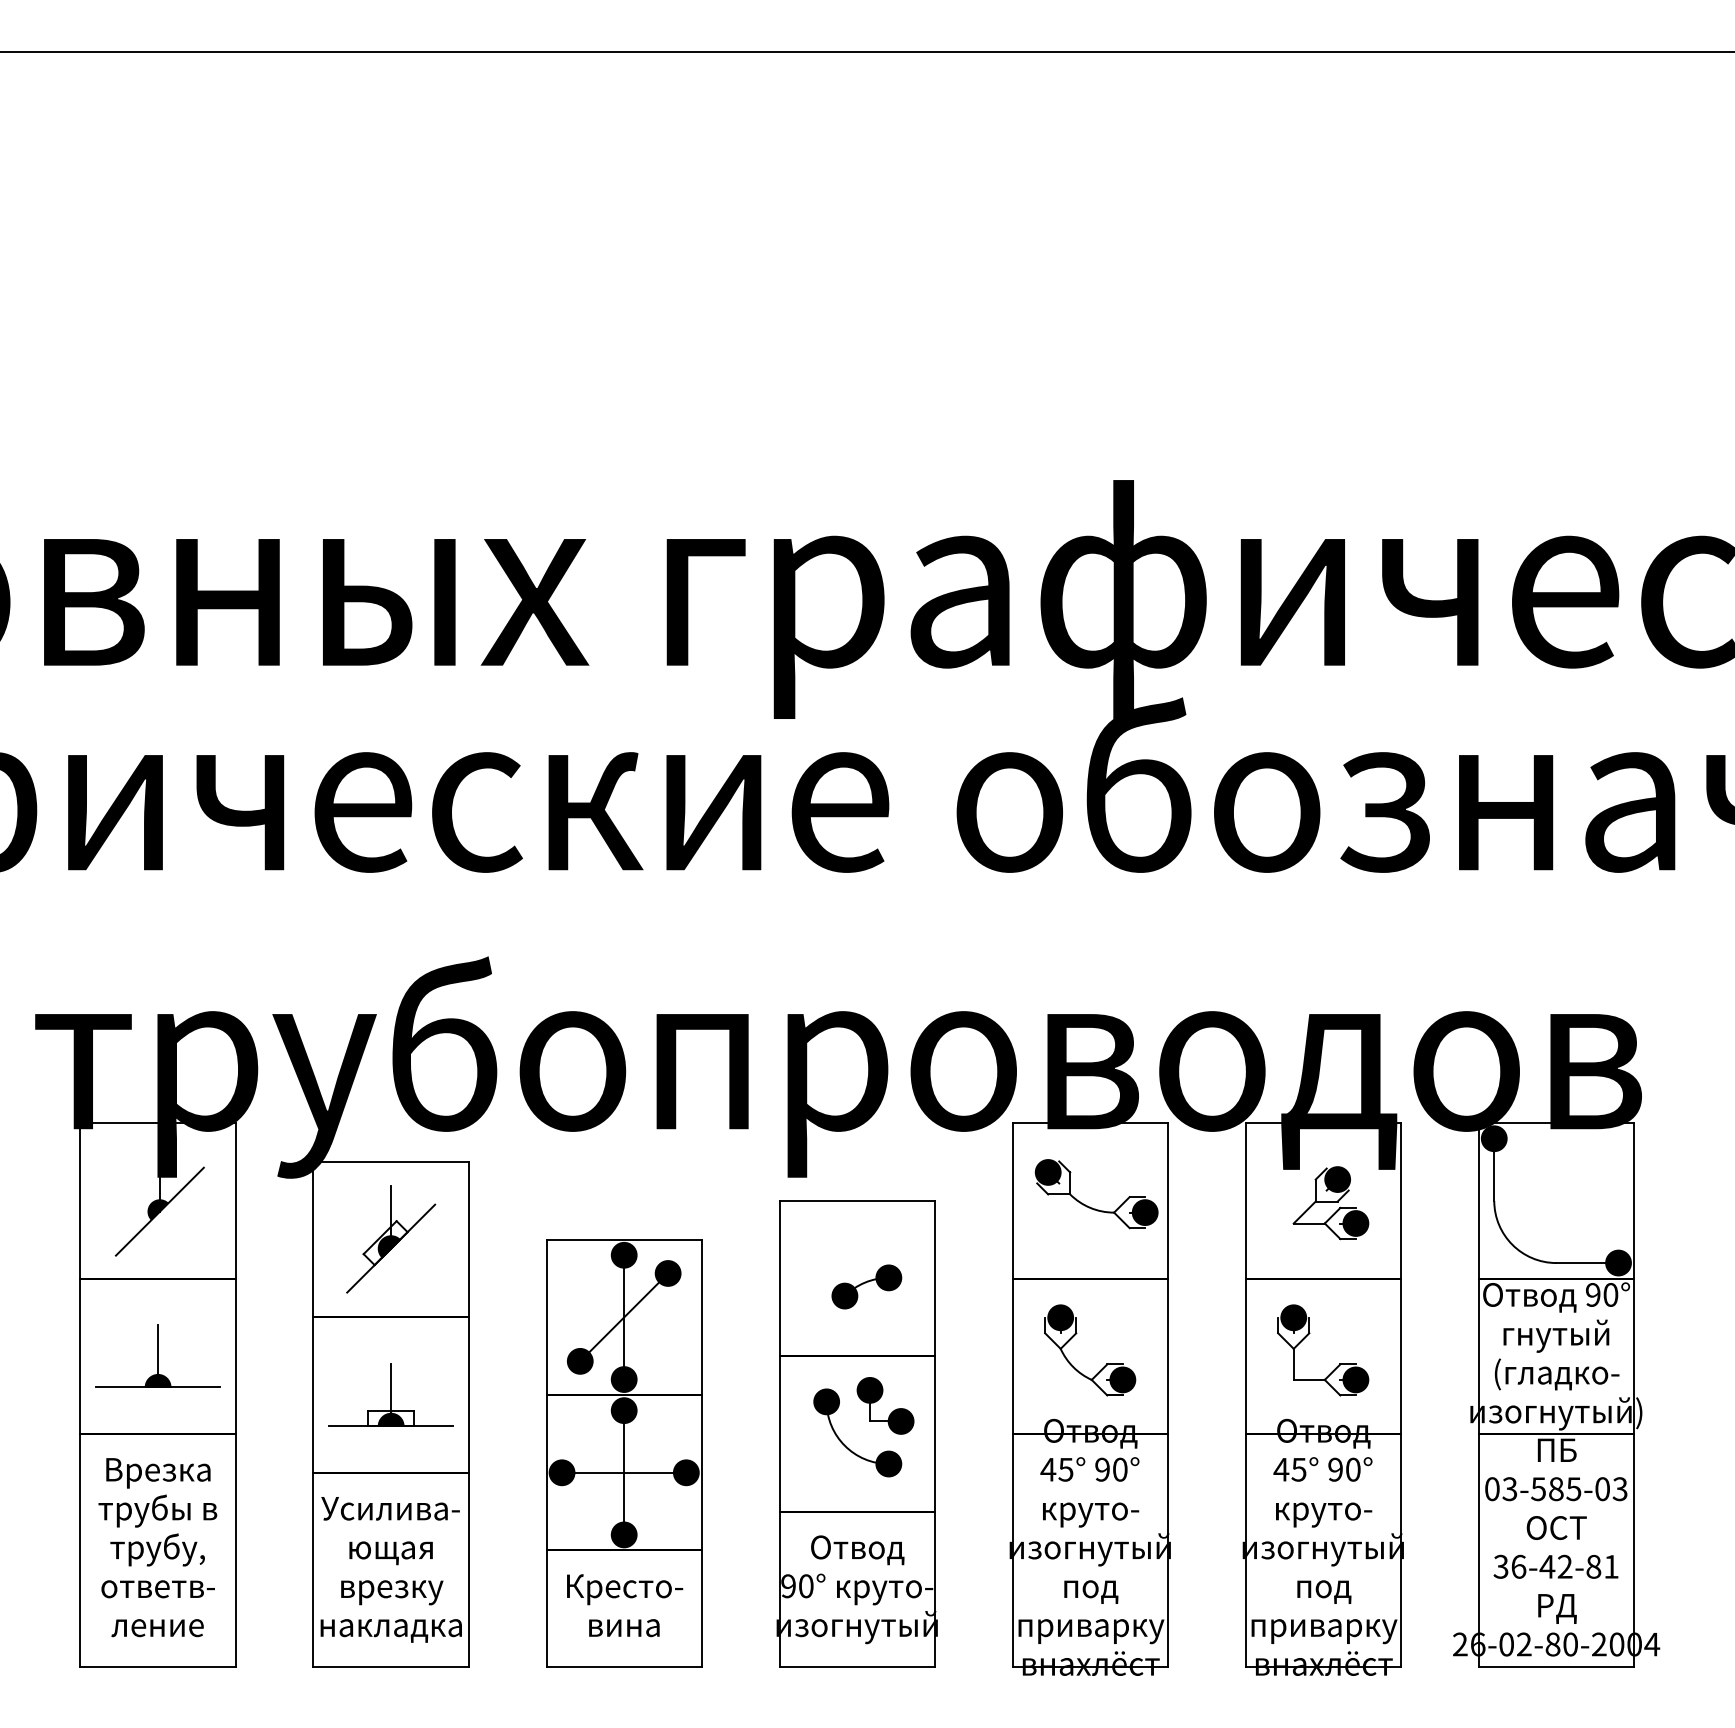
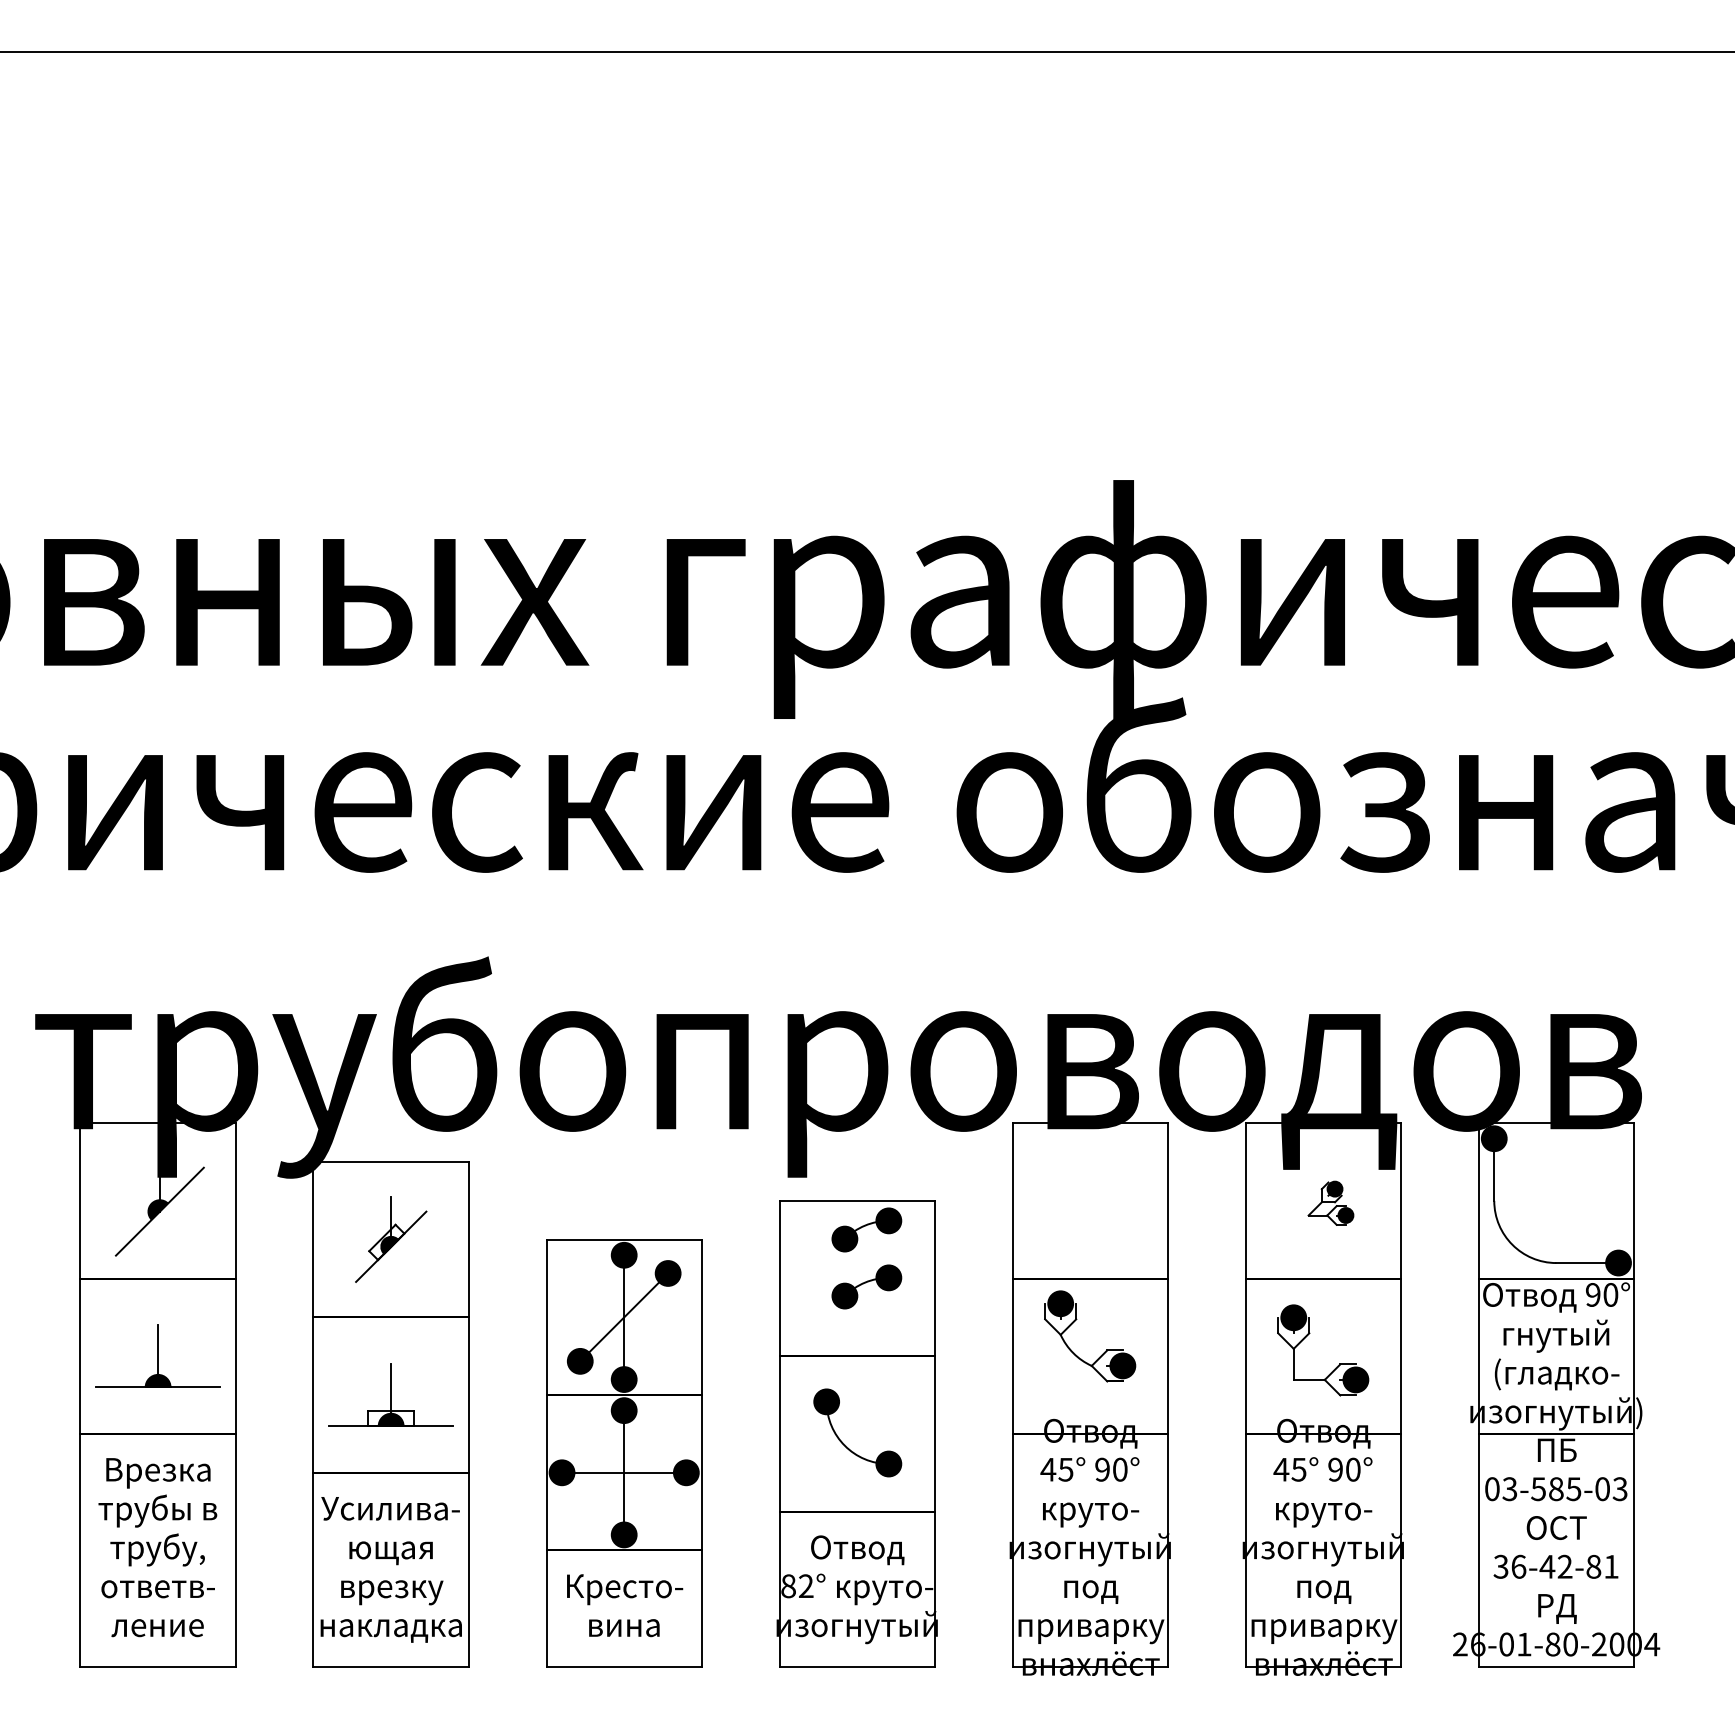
part at (1330, 1203) size: 78x75 px -> 48x46 px
part at (1090, 1206): present -> none
part at (866, 1229): none -> present
part at (391, 1239) size: 91x109 px -> 73x87 px
part at (1105, 1364) position: (1105, 1364) -> (1105, 1350)
part at (879, 1399): present -> none
text at (797, 1586): 90° -> 82°
text at (1524, 1644): 26-02-80-2004 -> 26-01-80-2004
